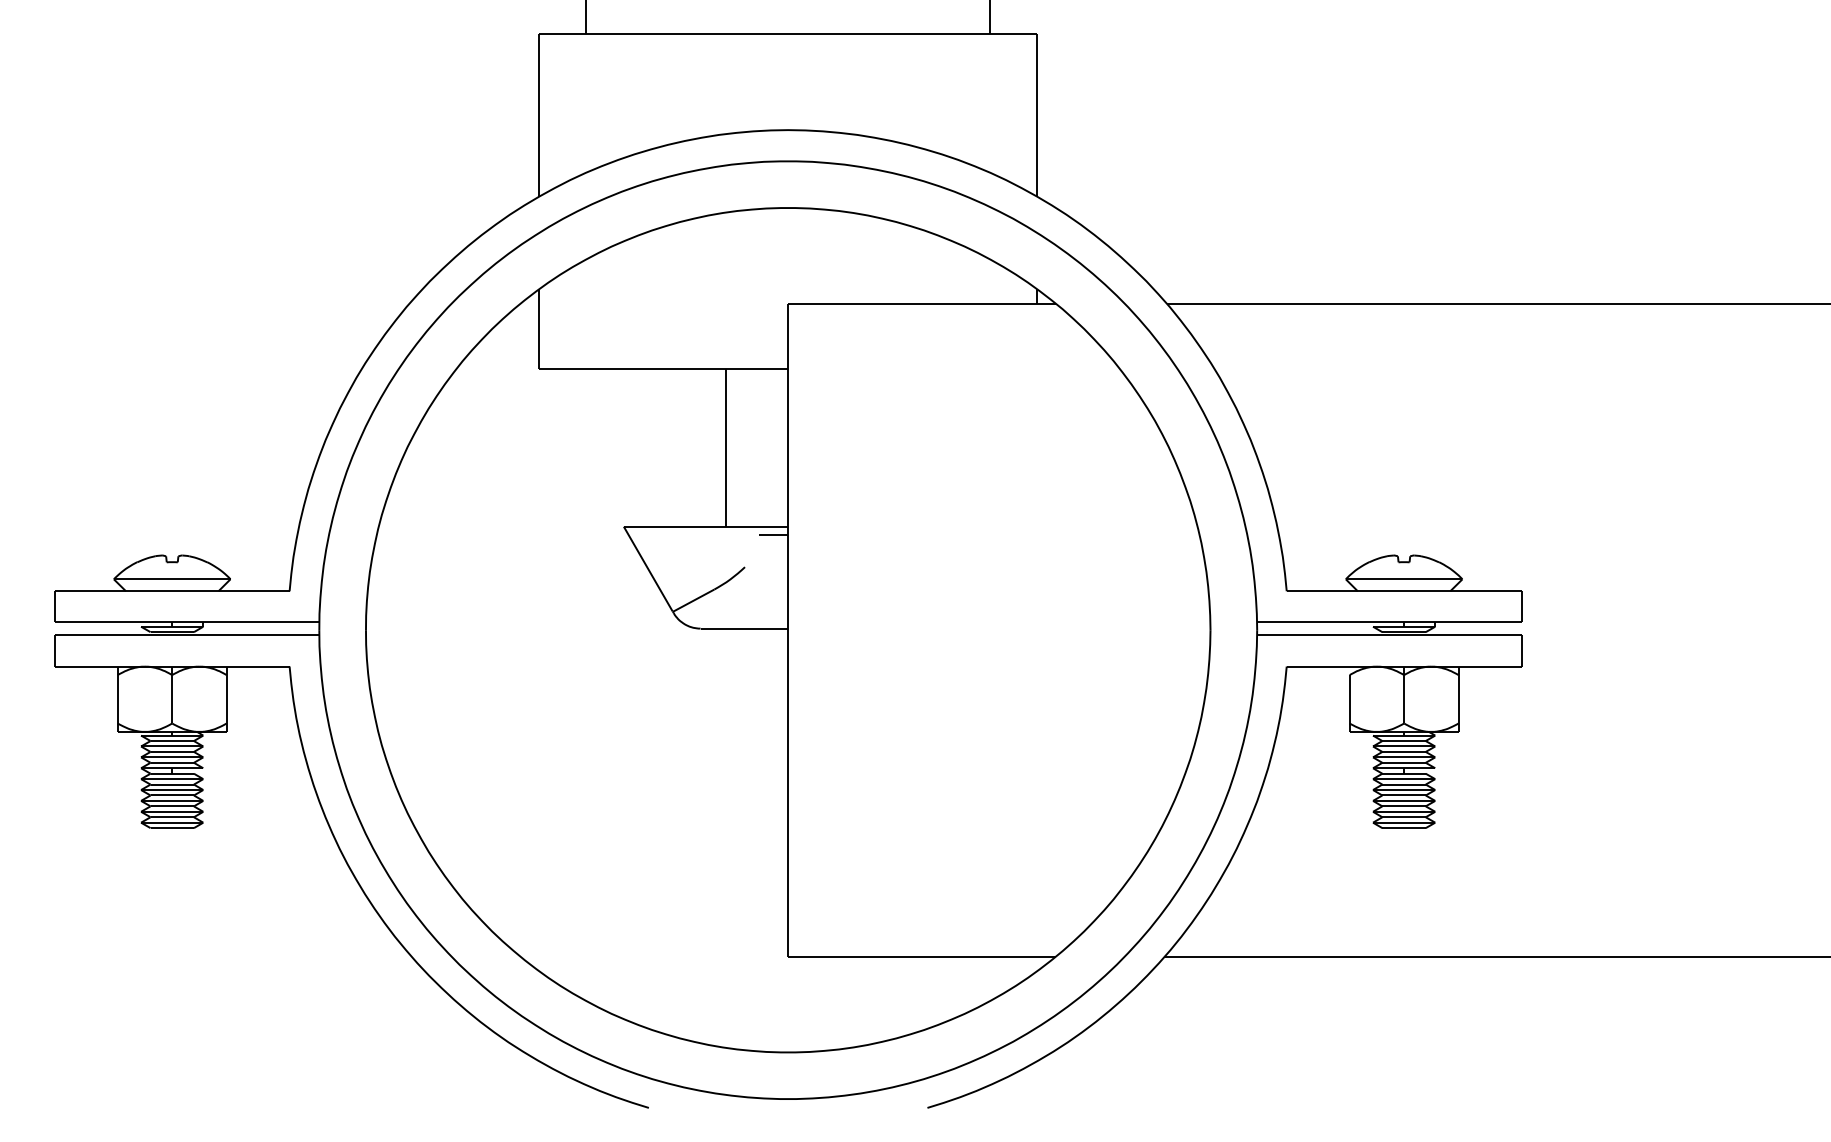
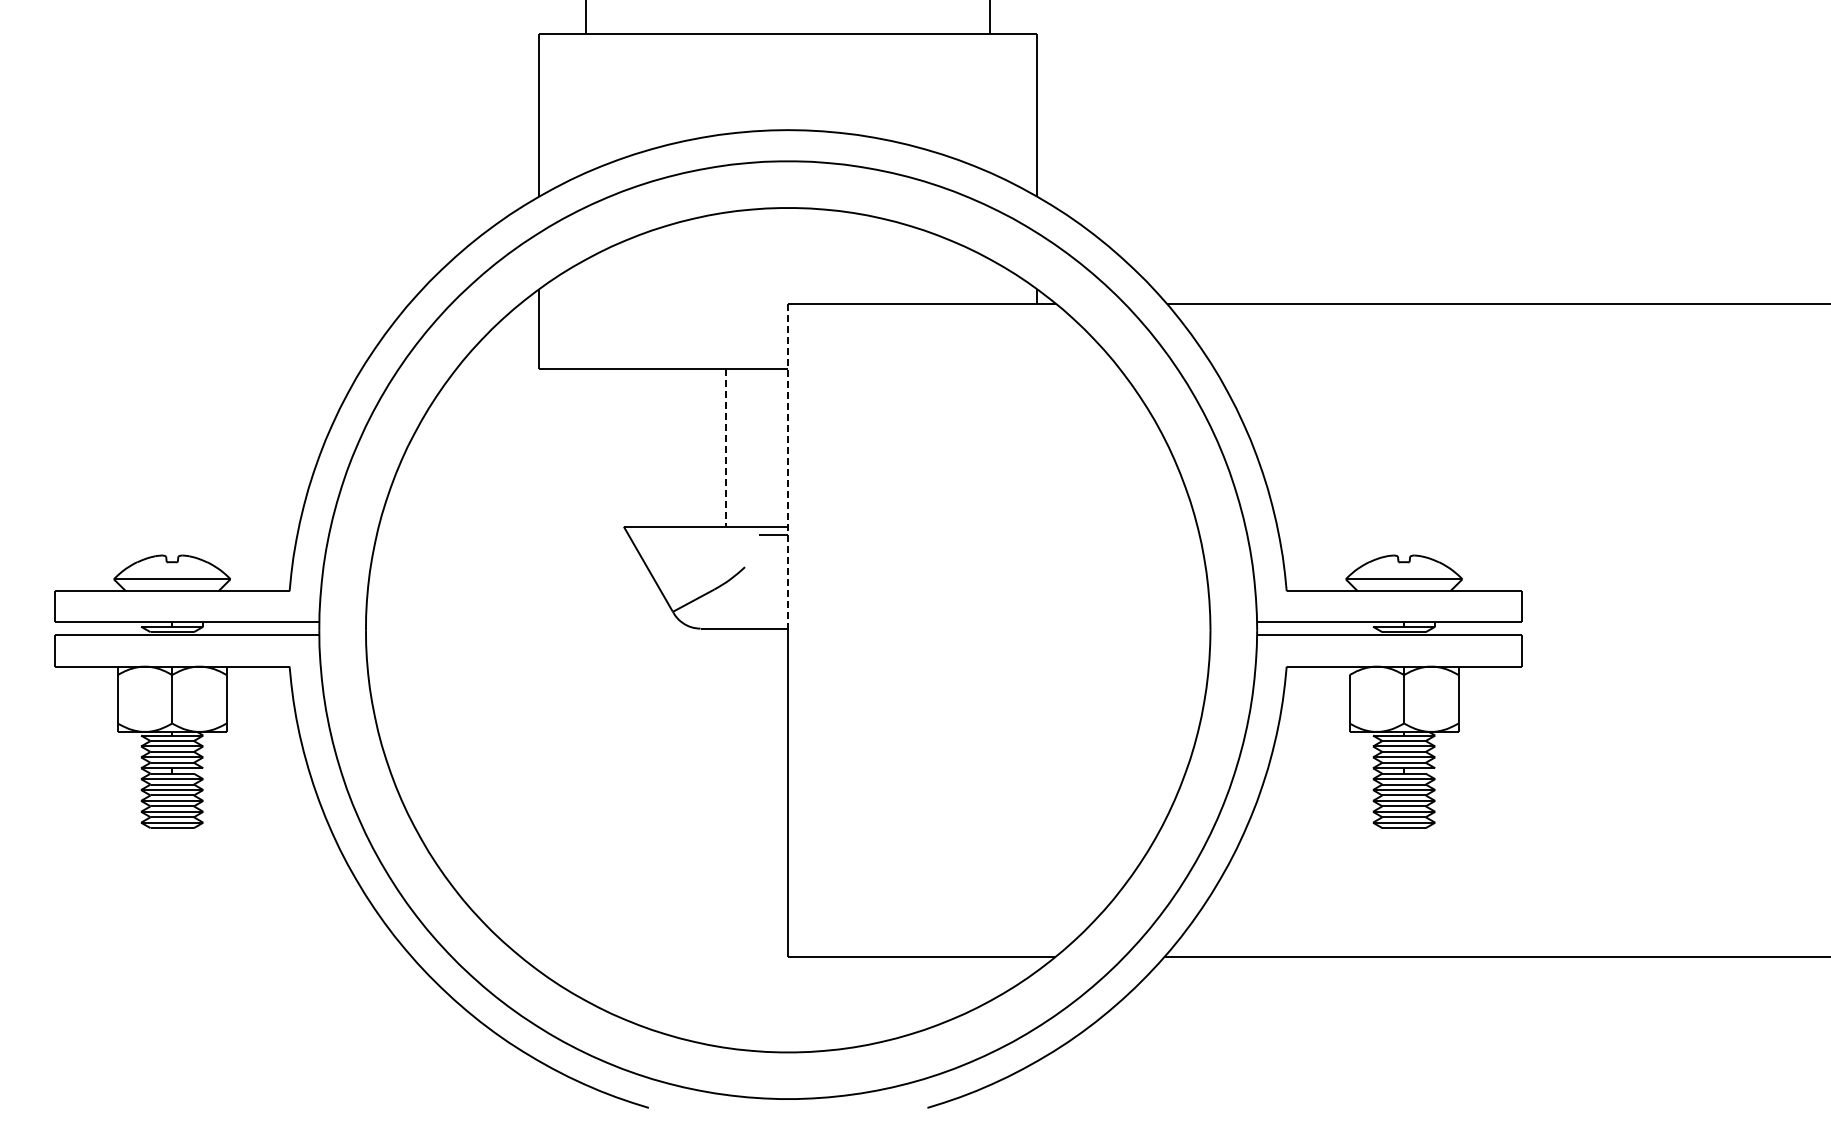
line at (726, 447): solid -> dashed
line at (788, 467): solid -> dashed
